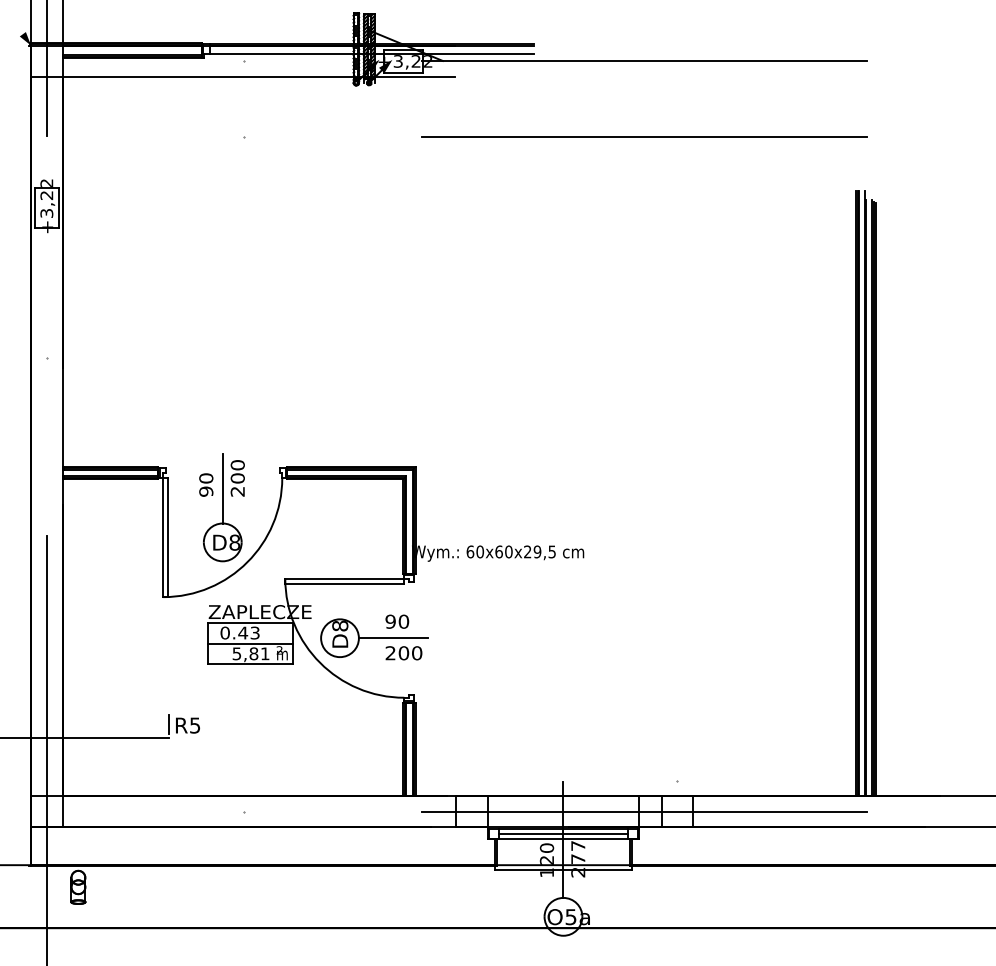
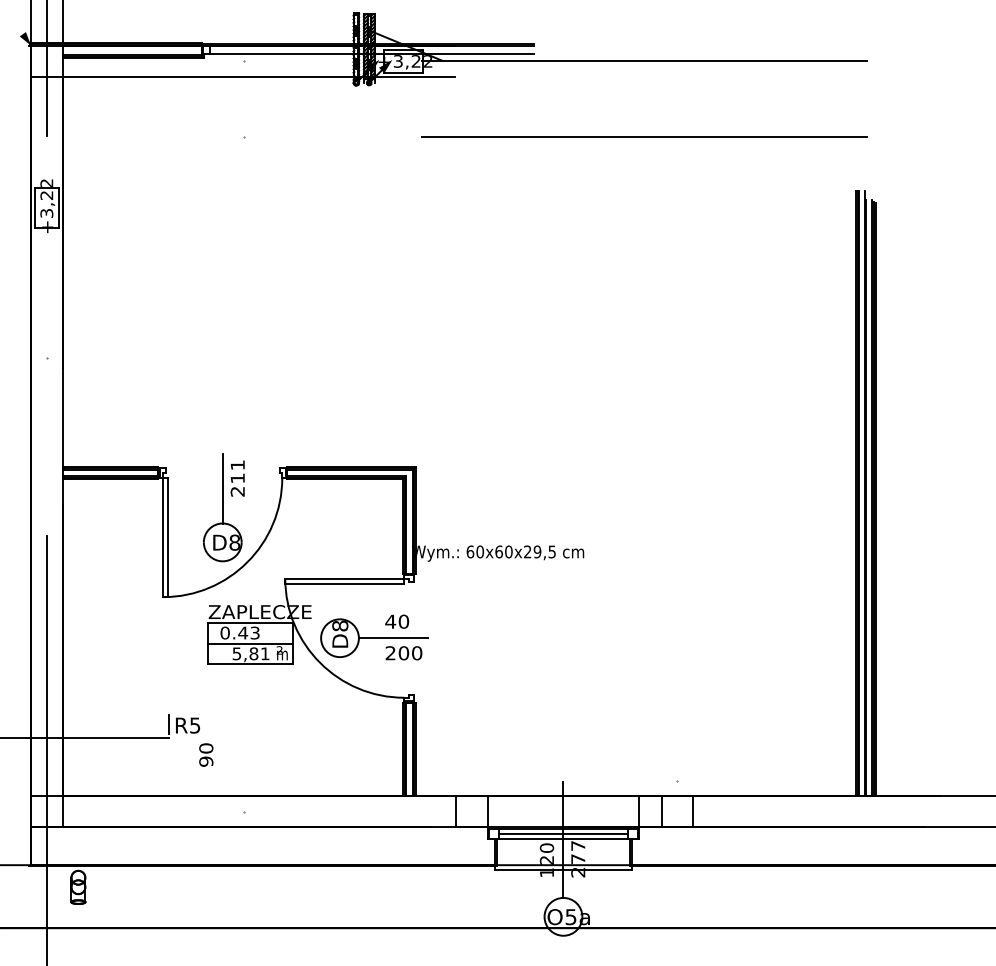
text at (237, 471): 200 -> 211
text at (206, 484) position: (206, 484) -> (206, 754)
text at (390, 621): 90 -> 40
line at (644, 811): present -> none
